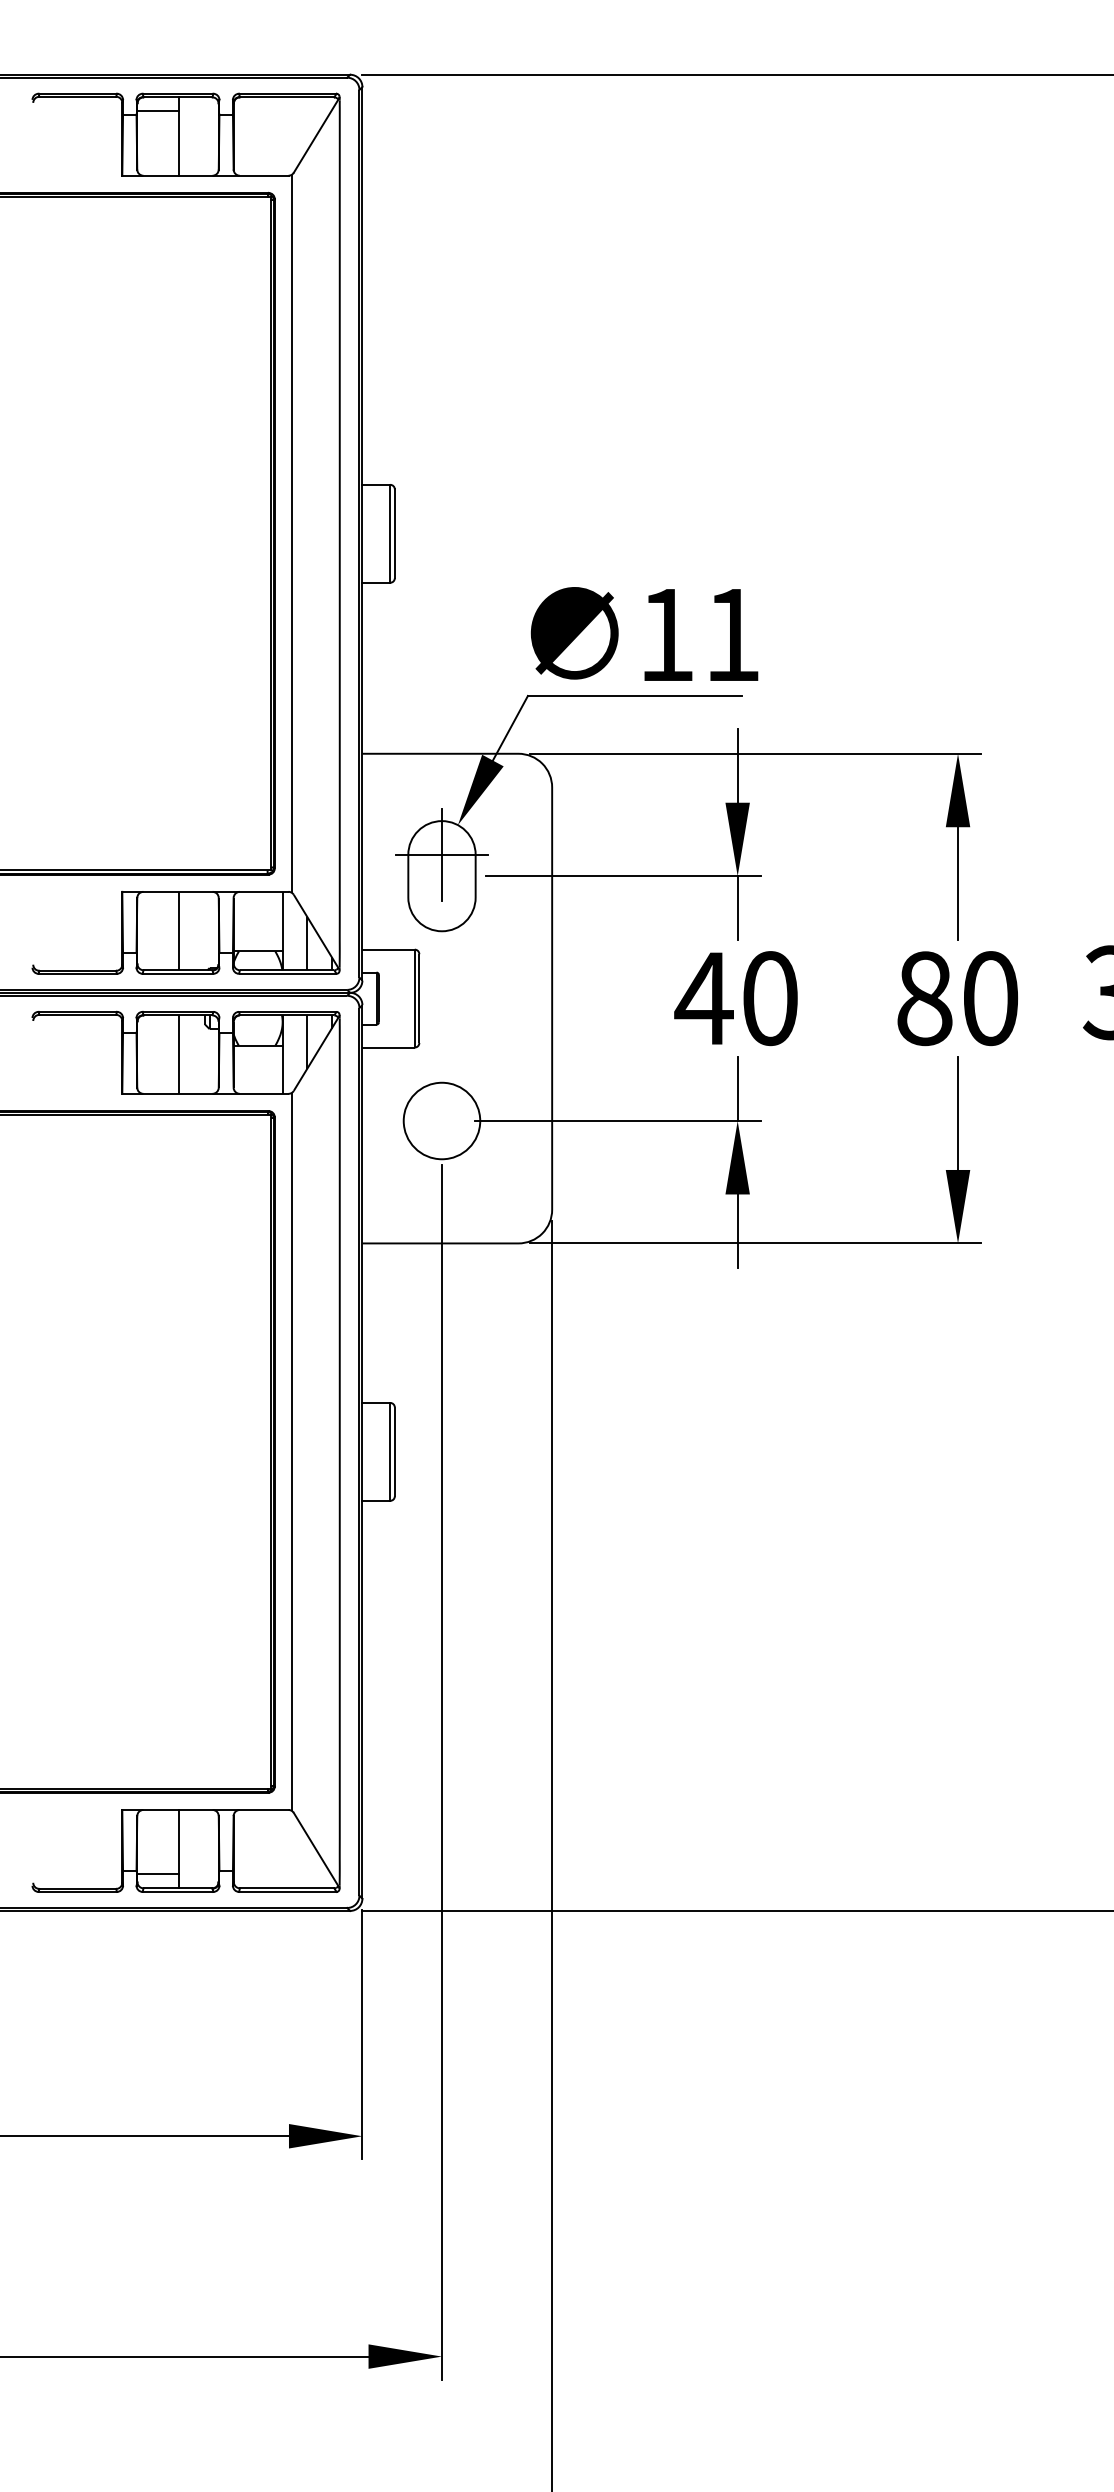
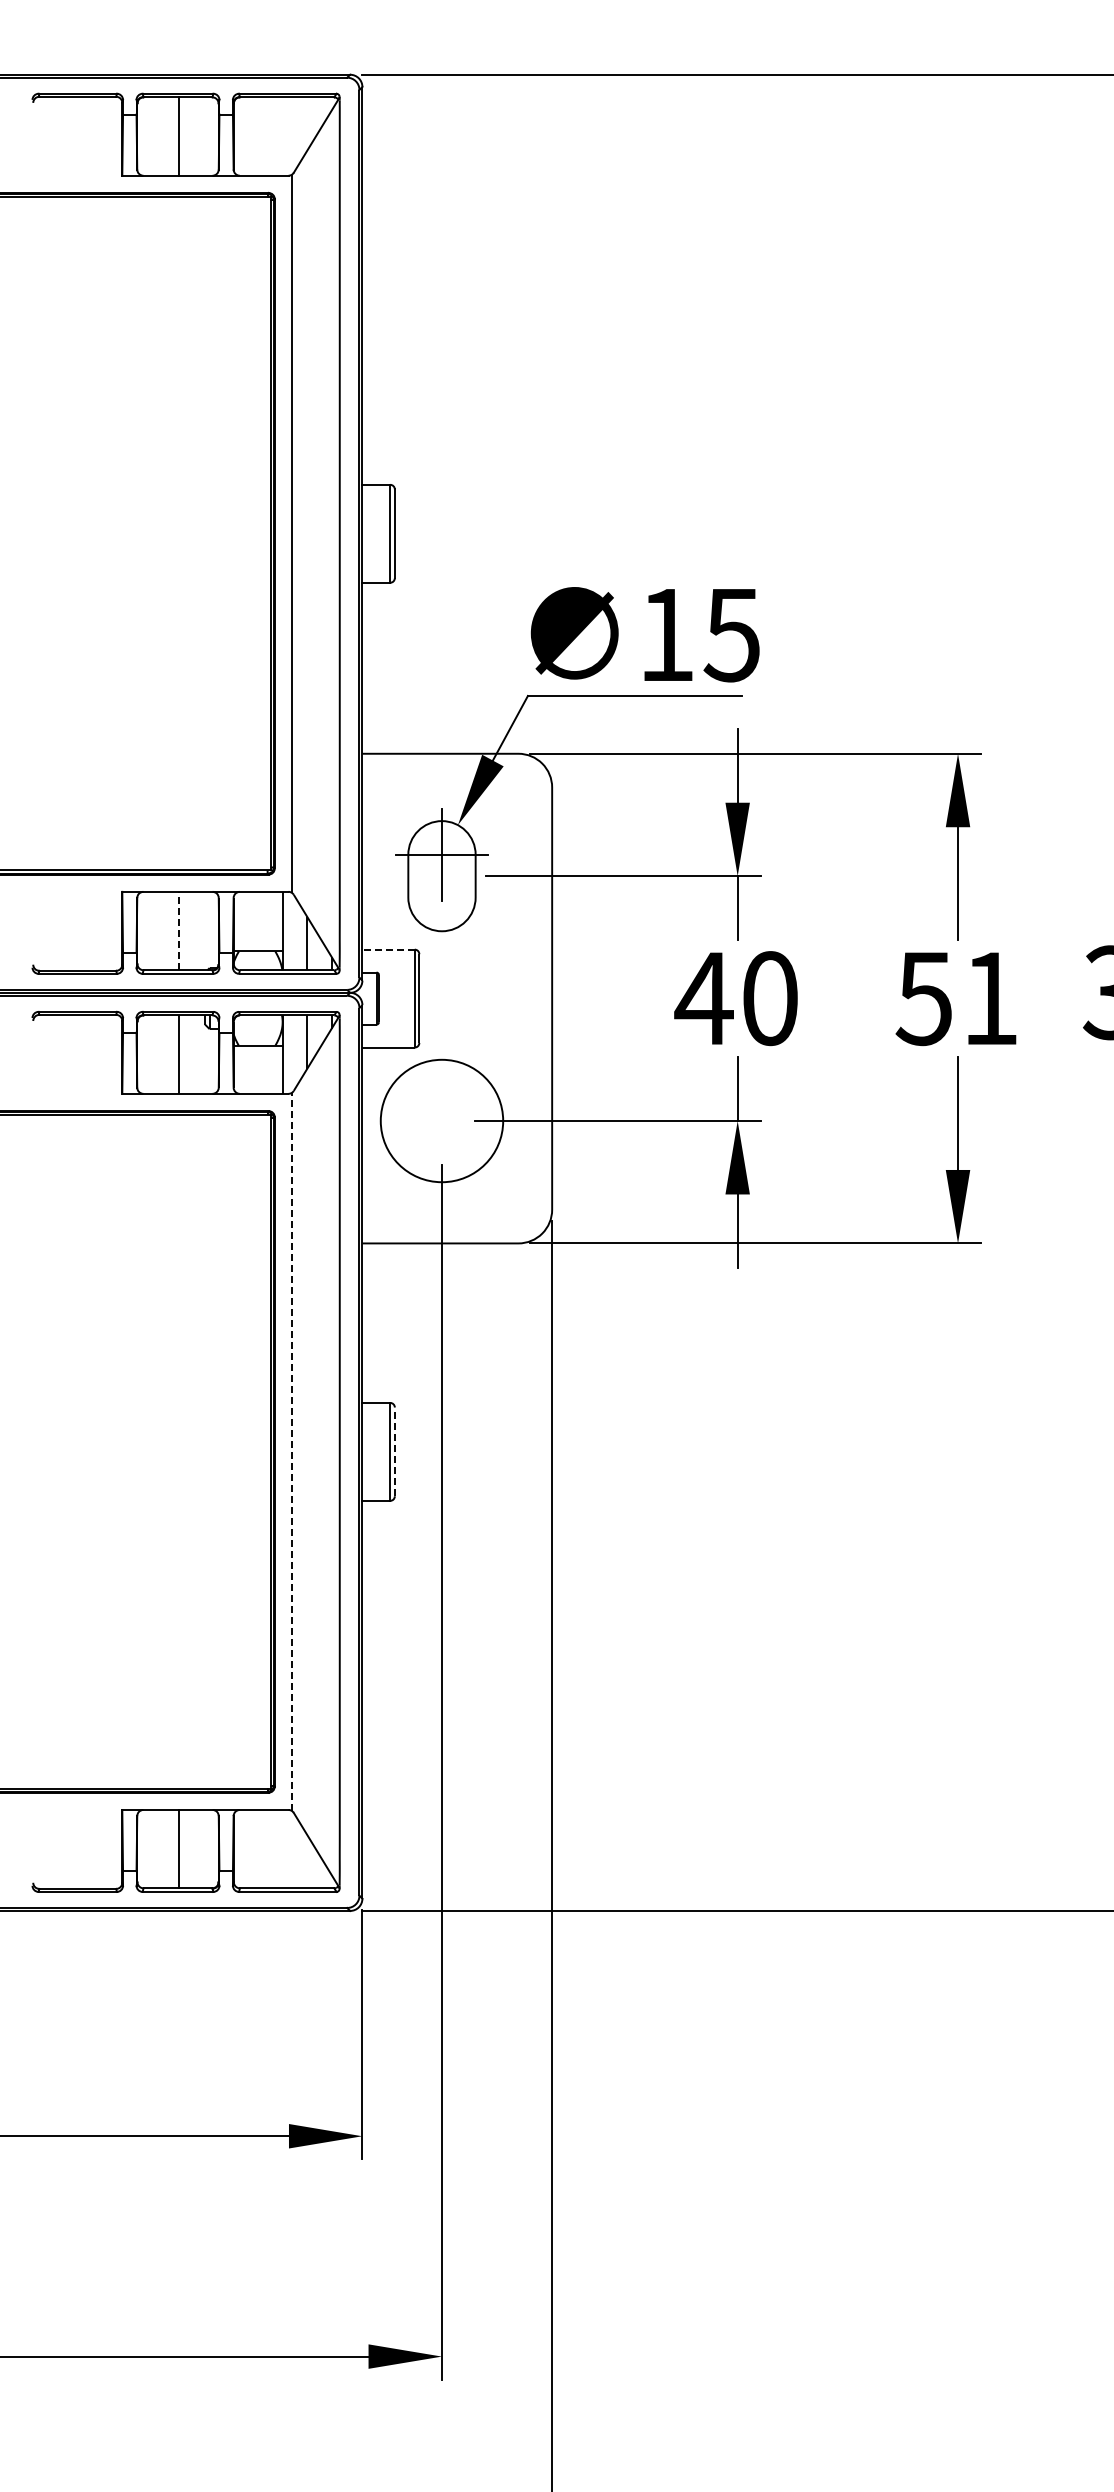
line at (157, 111): present -> none
text at (731, 635): 11 -> 15
line at (178, 930): solid -> dashed
line at (388, 949): solid -> dashed
text at (956, 998): 80 -> 51
circle at (441, 1120) diameter: 77 px -> 122 px
line at (292, 1451): solid -> dashed
line at (394, 1451): solid -> dashed
line at (157, 1874): present -> none
